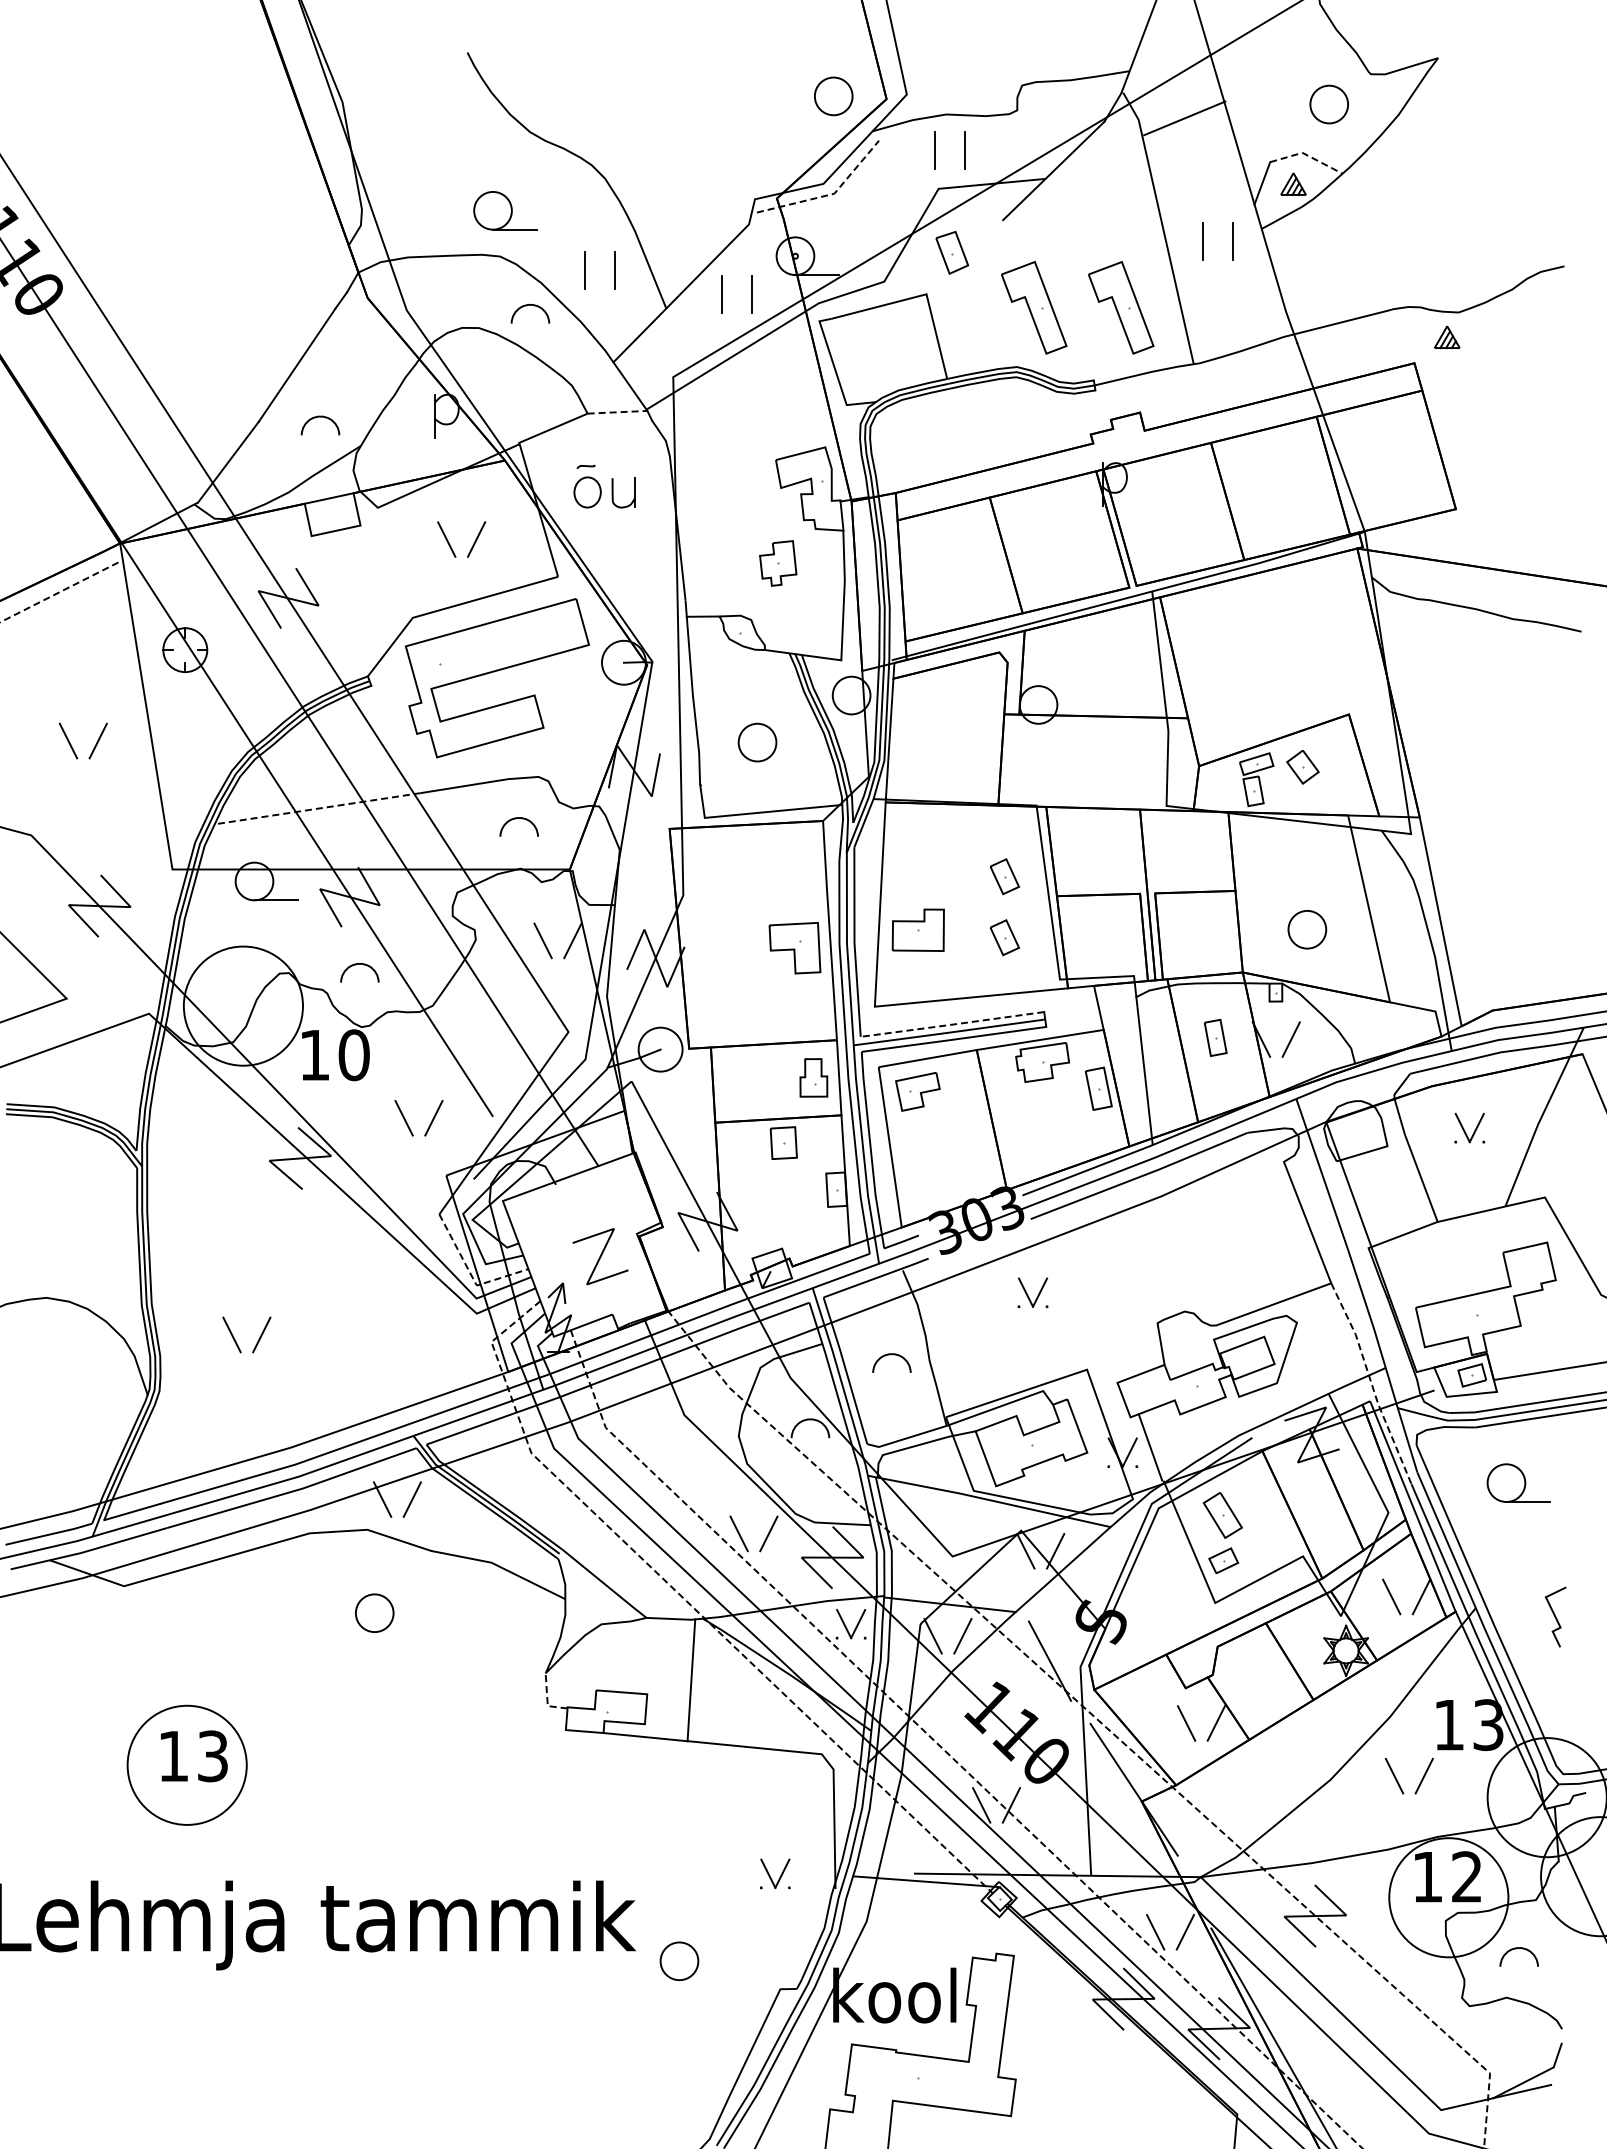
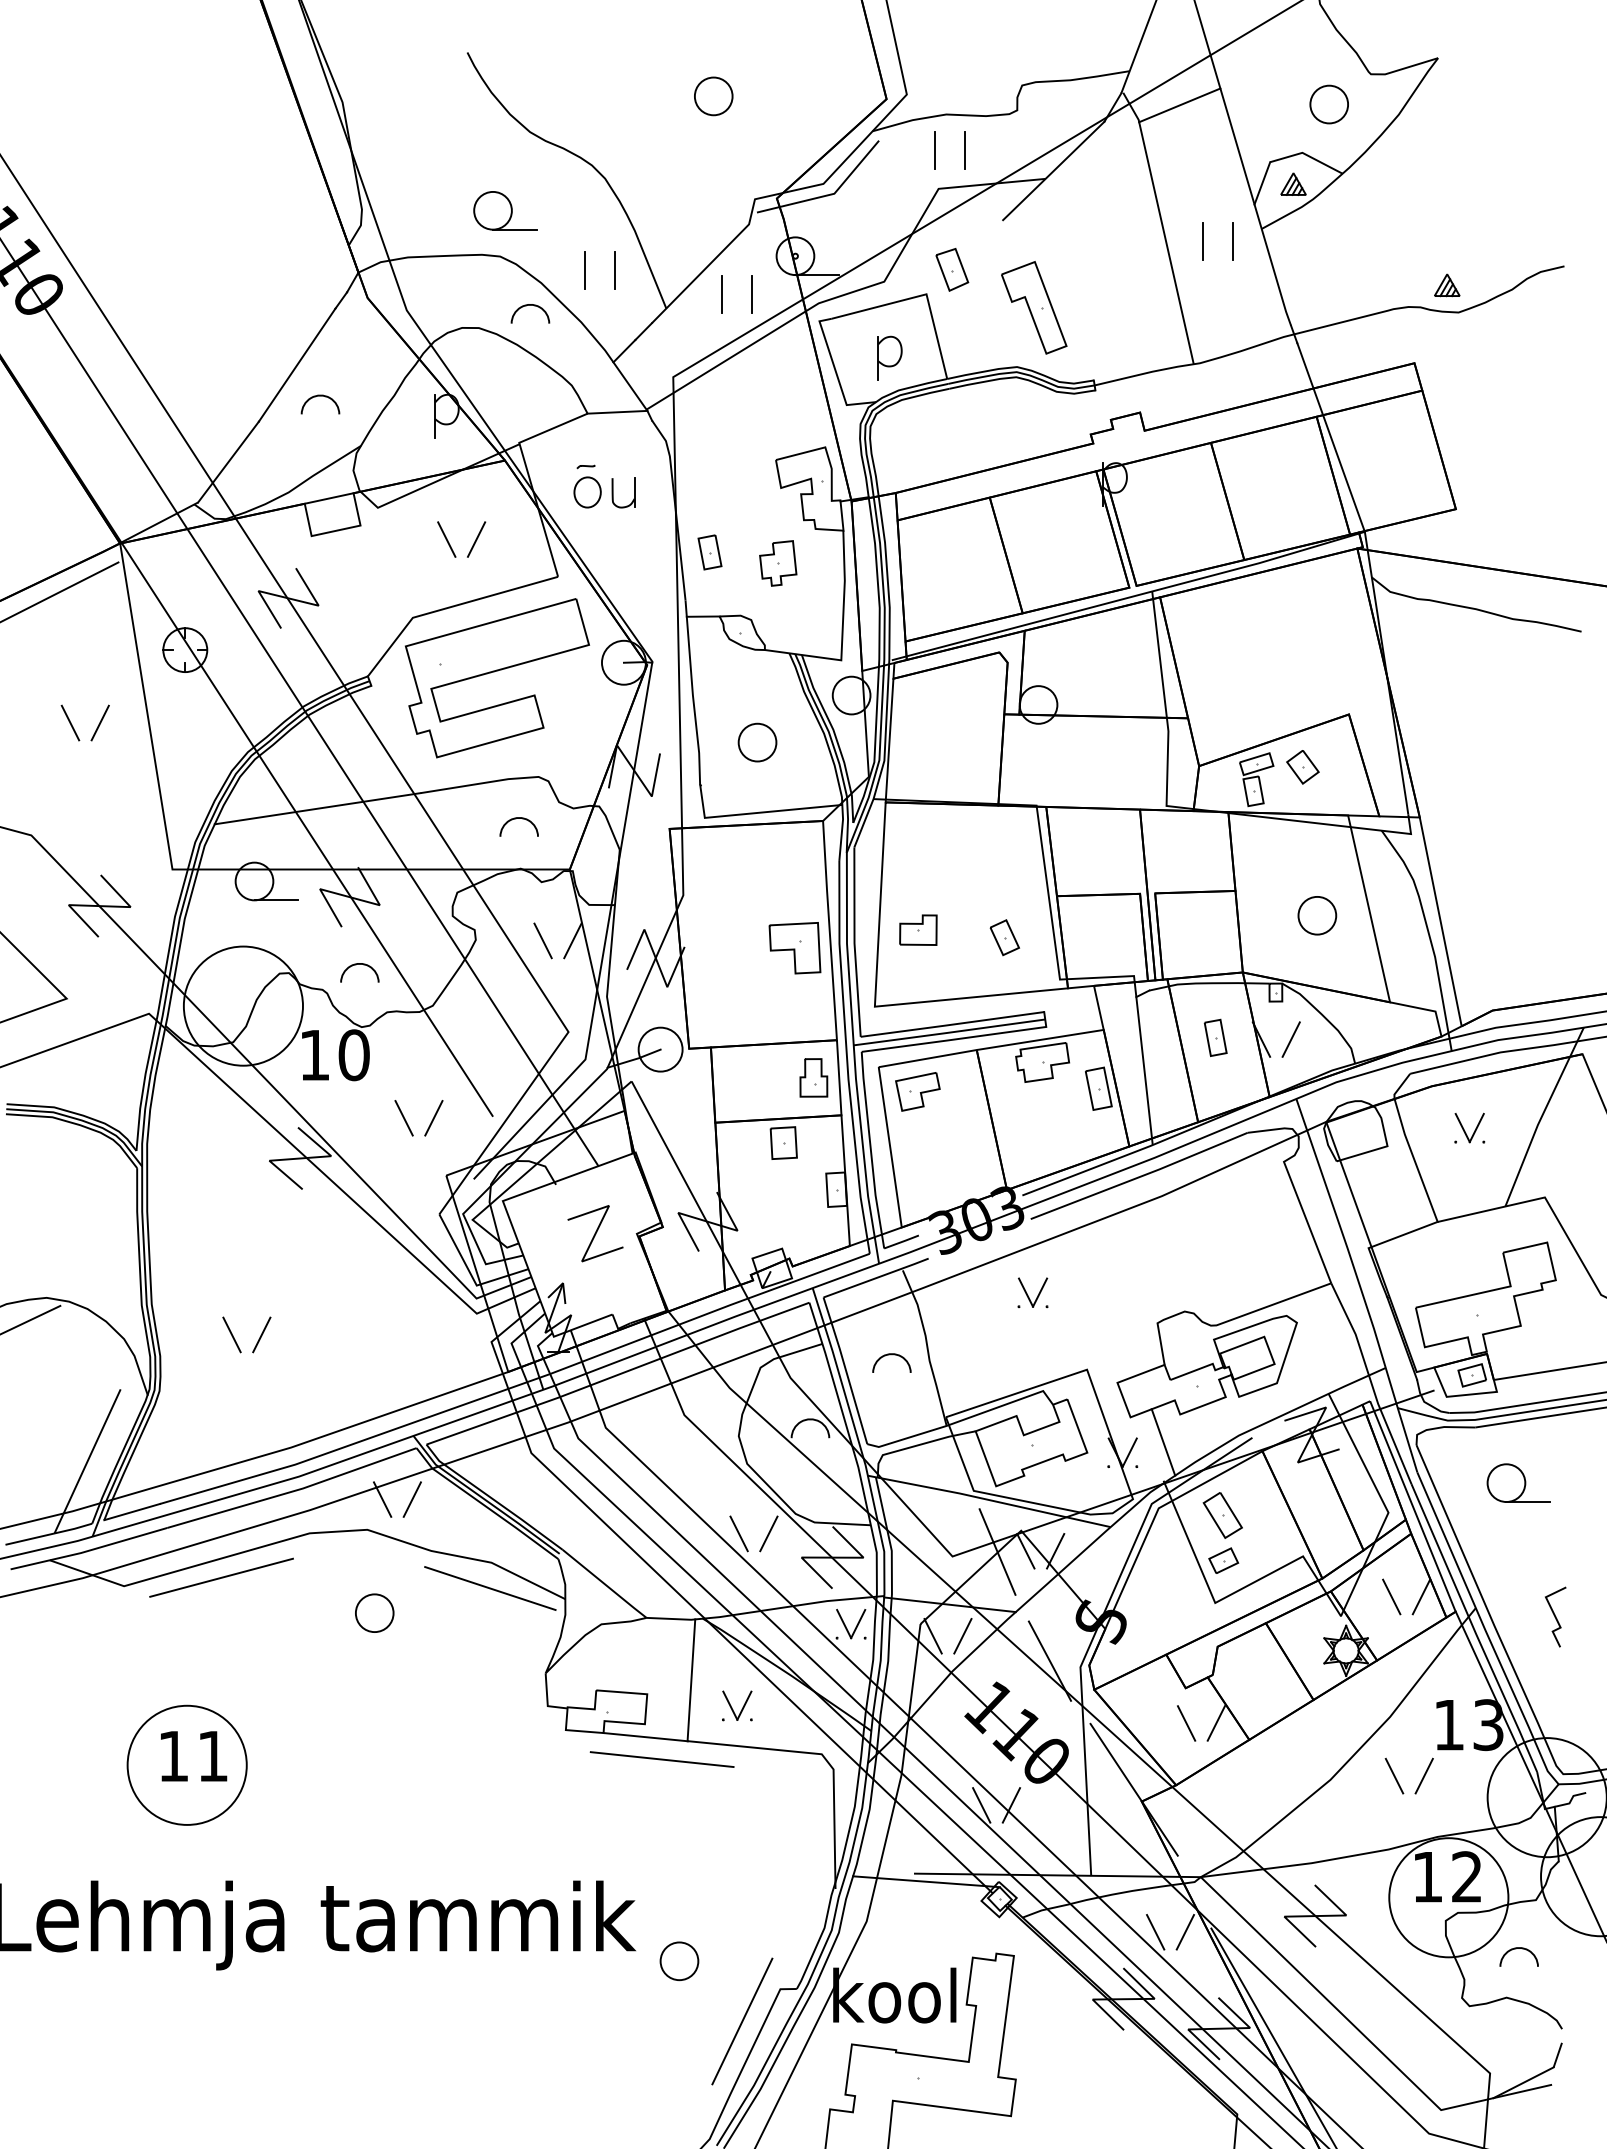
part at (833, 96) position: (833, 96) -> (713, 96)
line at (1184, 118) position: (1184, 118) -> (1179, 105)
line at (1307, 155): dashed -> solid
line at (830, 194): dashed -> solid
part at (952, 252) position: (952, 252) -> (952, 269)
part at (1121, 307): present -> none
part at (1447, 337) position: (1447, 337) -> (1447, 285)
part at (889, 357): none -> present
line at (617, 412): dashed -> solid
part at (320, 417) position: (320, 417) -> (320, 396)
part at (709, 552): none -> present
line at (59, 592): dashed -> solid
part at (72, 746) position: (72, 746) -> (74, 728)
line at (317, 808): dashed -> solid
part at (1004, 876): present -> none
part at (917, 929) size: 54x44 px -> 39x32 px
part at (1307, 929) position: (1307, 929) -> (1317, 915)
line at (951, 1024): dashed -> solid
part at (600, 1256) position: (600, 1256) -> (595, 1233)
line at (471, 1275): dashed -> solid
line at (31, 1319): none -> present
line at (1371, 1383): dashed -> solid
line at (1150, 1447) position: (1150, 1447) -> (1163, 1442)
line at (87, 1461): none -> present
line at (997, 1551): none -> present
line at (221, 1577): none -> present
line at (490, 1588): none -> present
line at (695, 1609): dashed -> solid
line at (547, 1700): dashed -> solid
line at (1101, 1722): dashed -> solid
line at (946, 1751): dashed -> solid
text at (212, 1756): 13 -> 11
line at (661, 1759): none -> present
part at (775, 1873) position: (775, 1873) -> (737, 1705)
line at (742, 2021): none -> present
